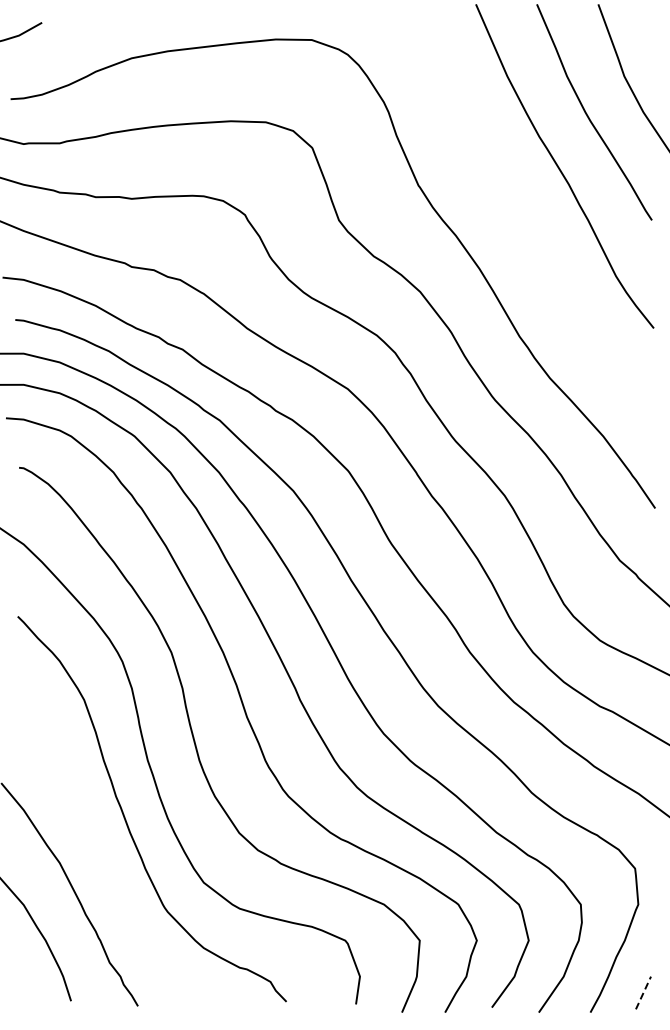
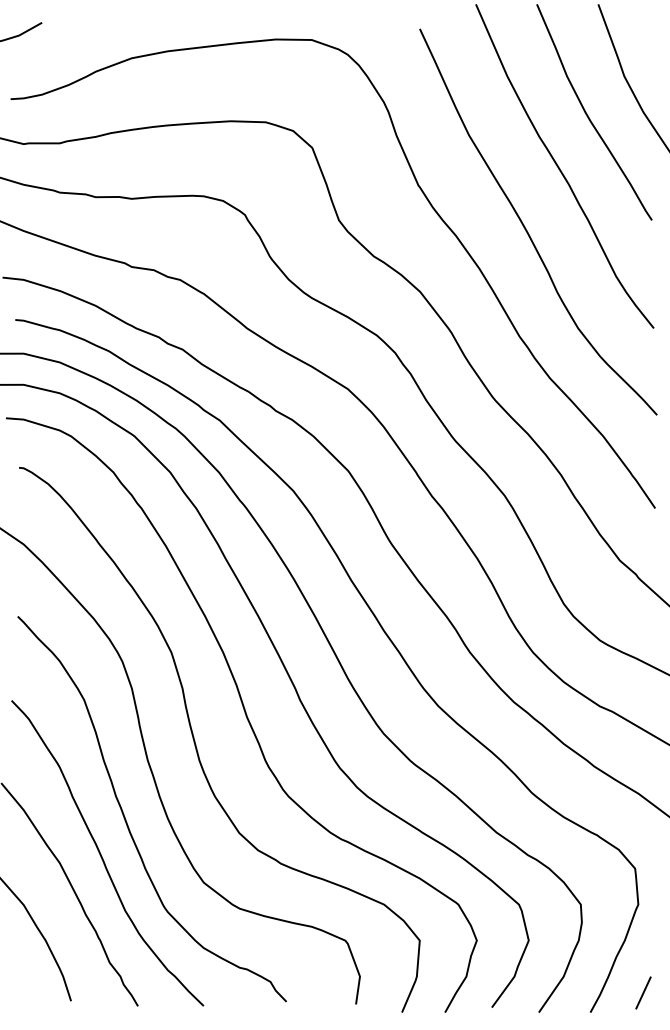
curve at (526, 228): none -> present
curve at (102, 856): none -> present
line at (643, 992): dashed -> solid
